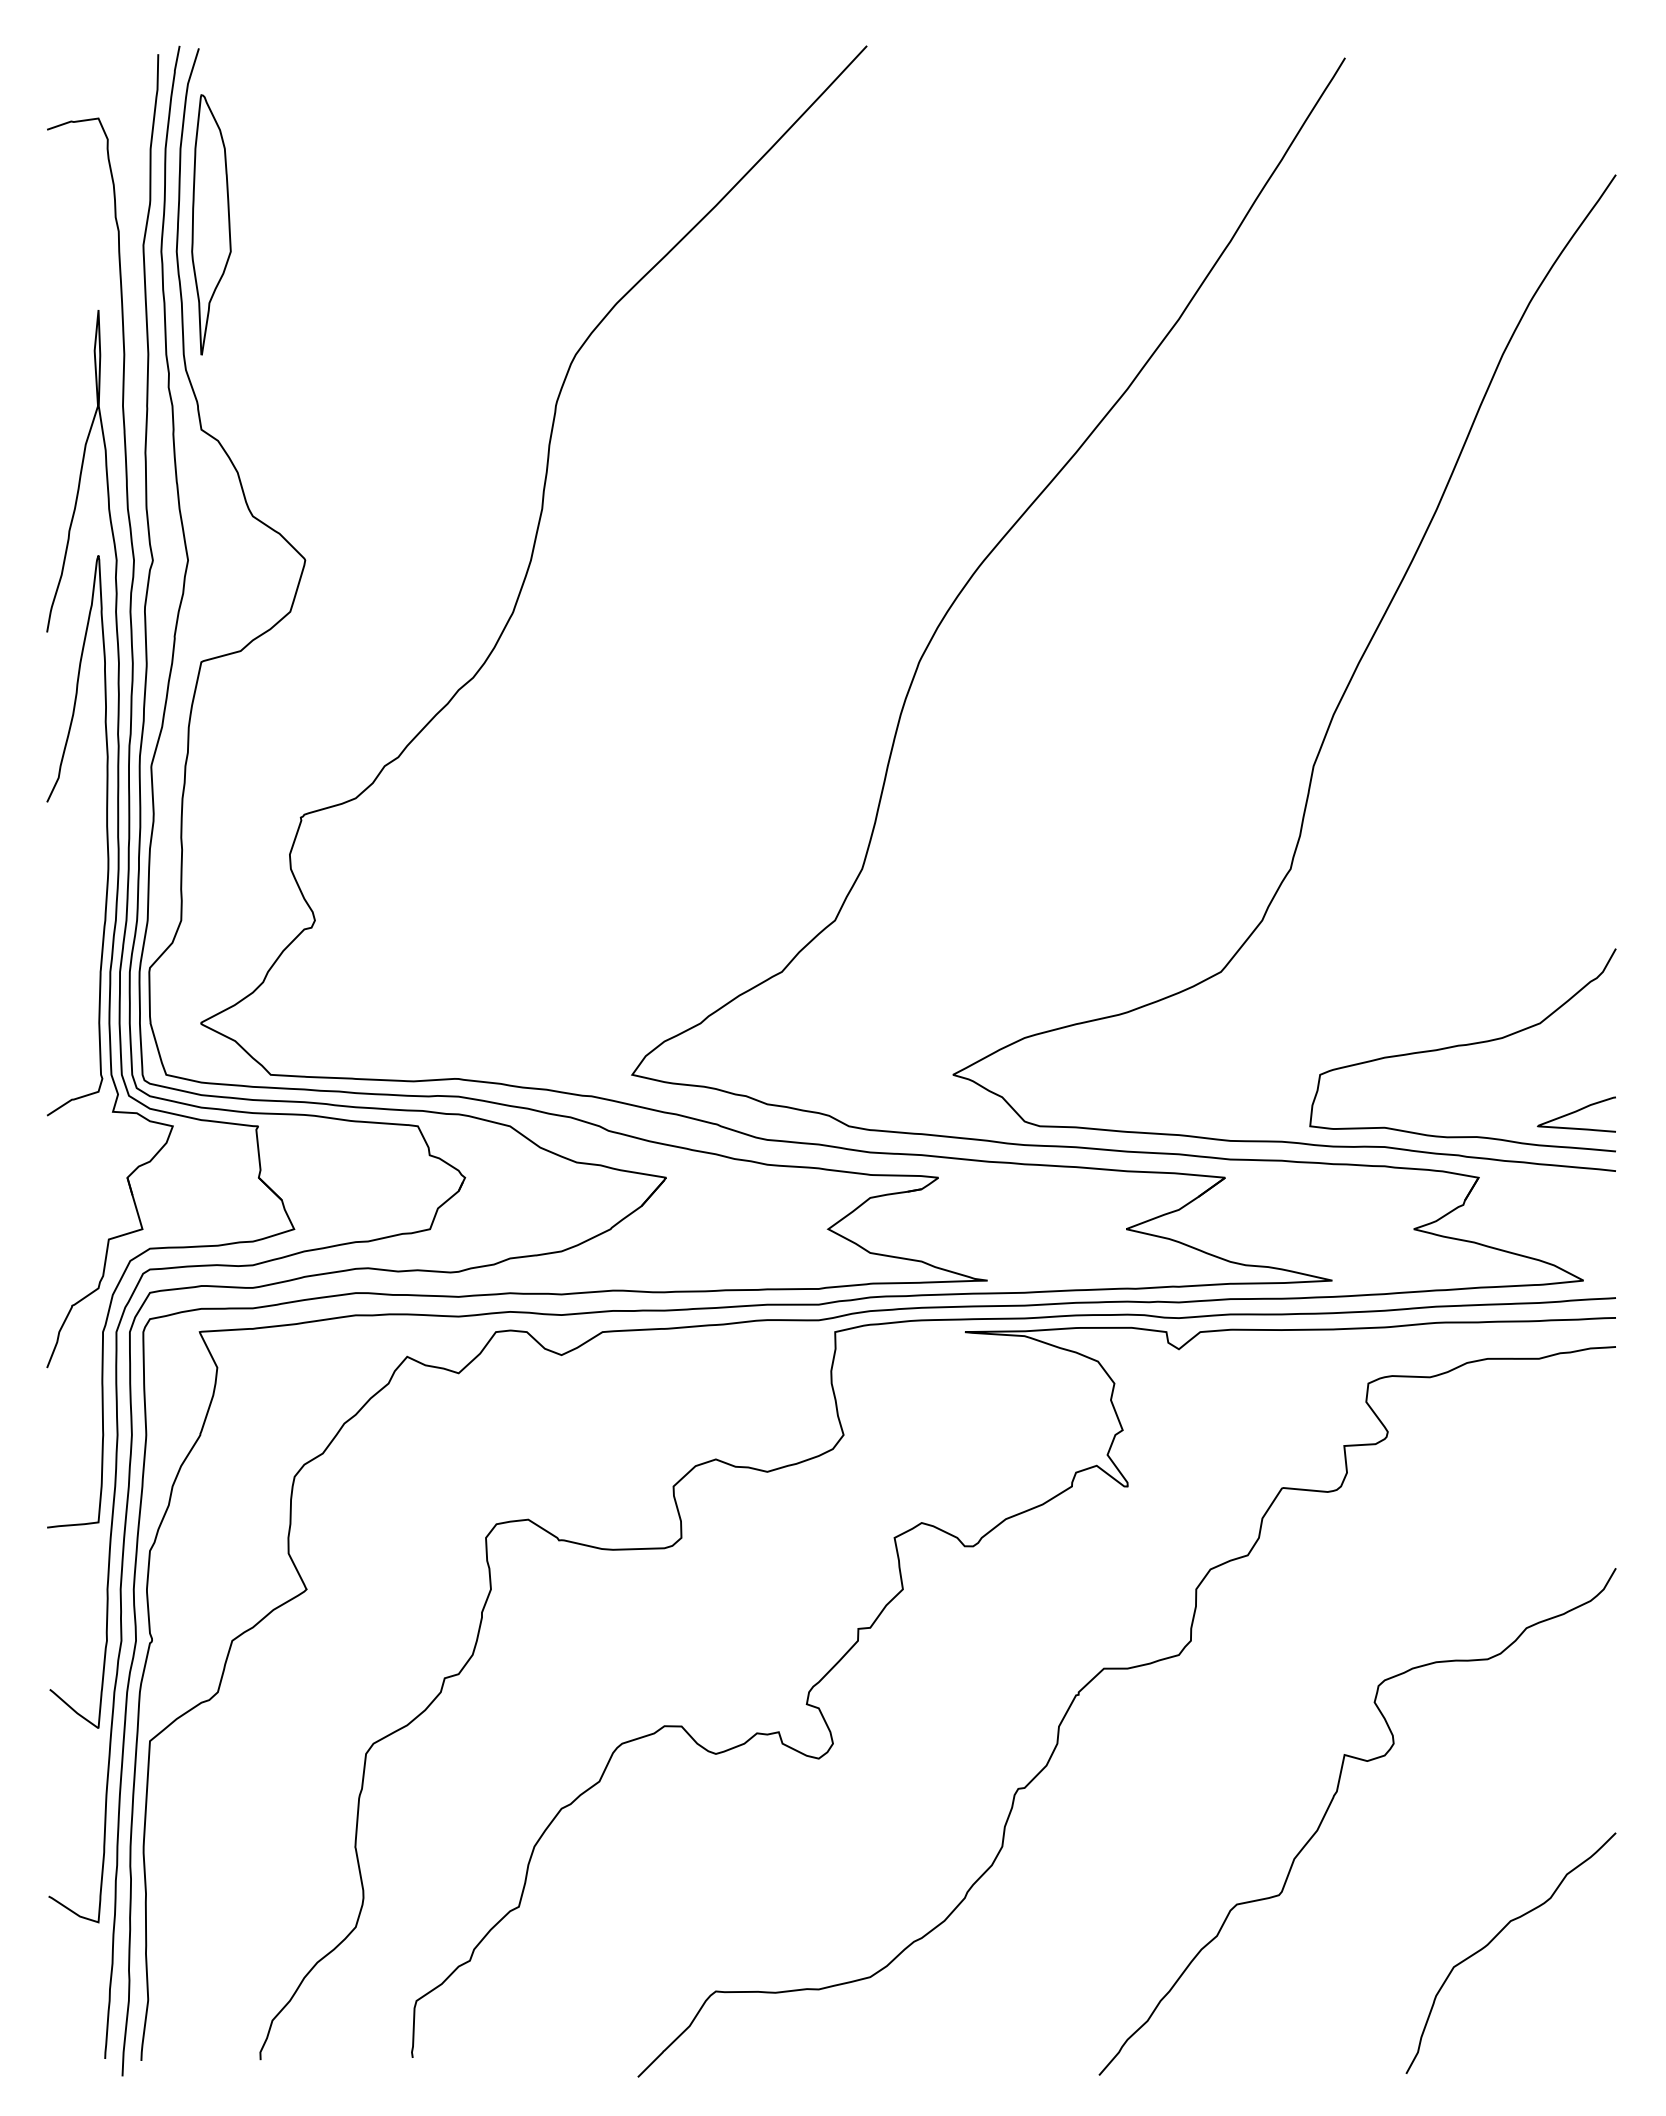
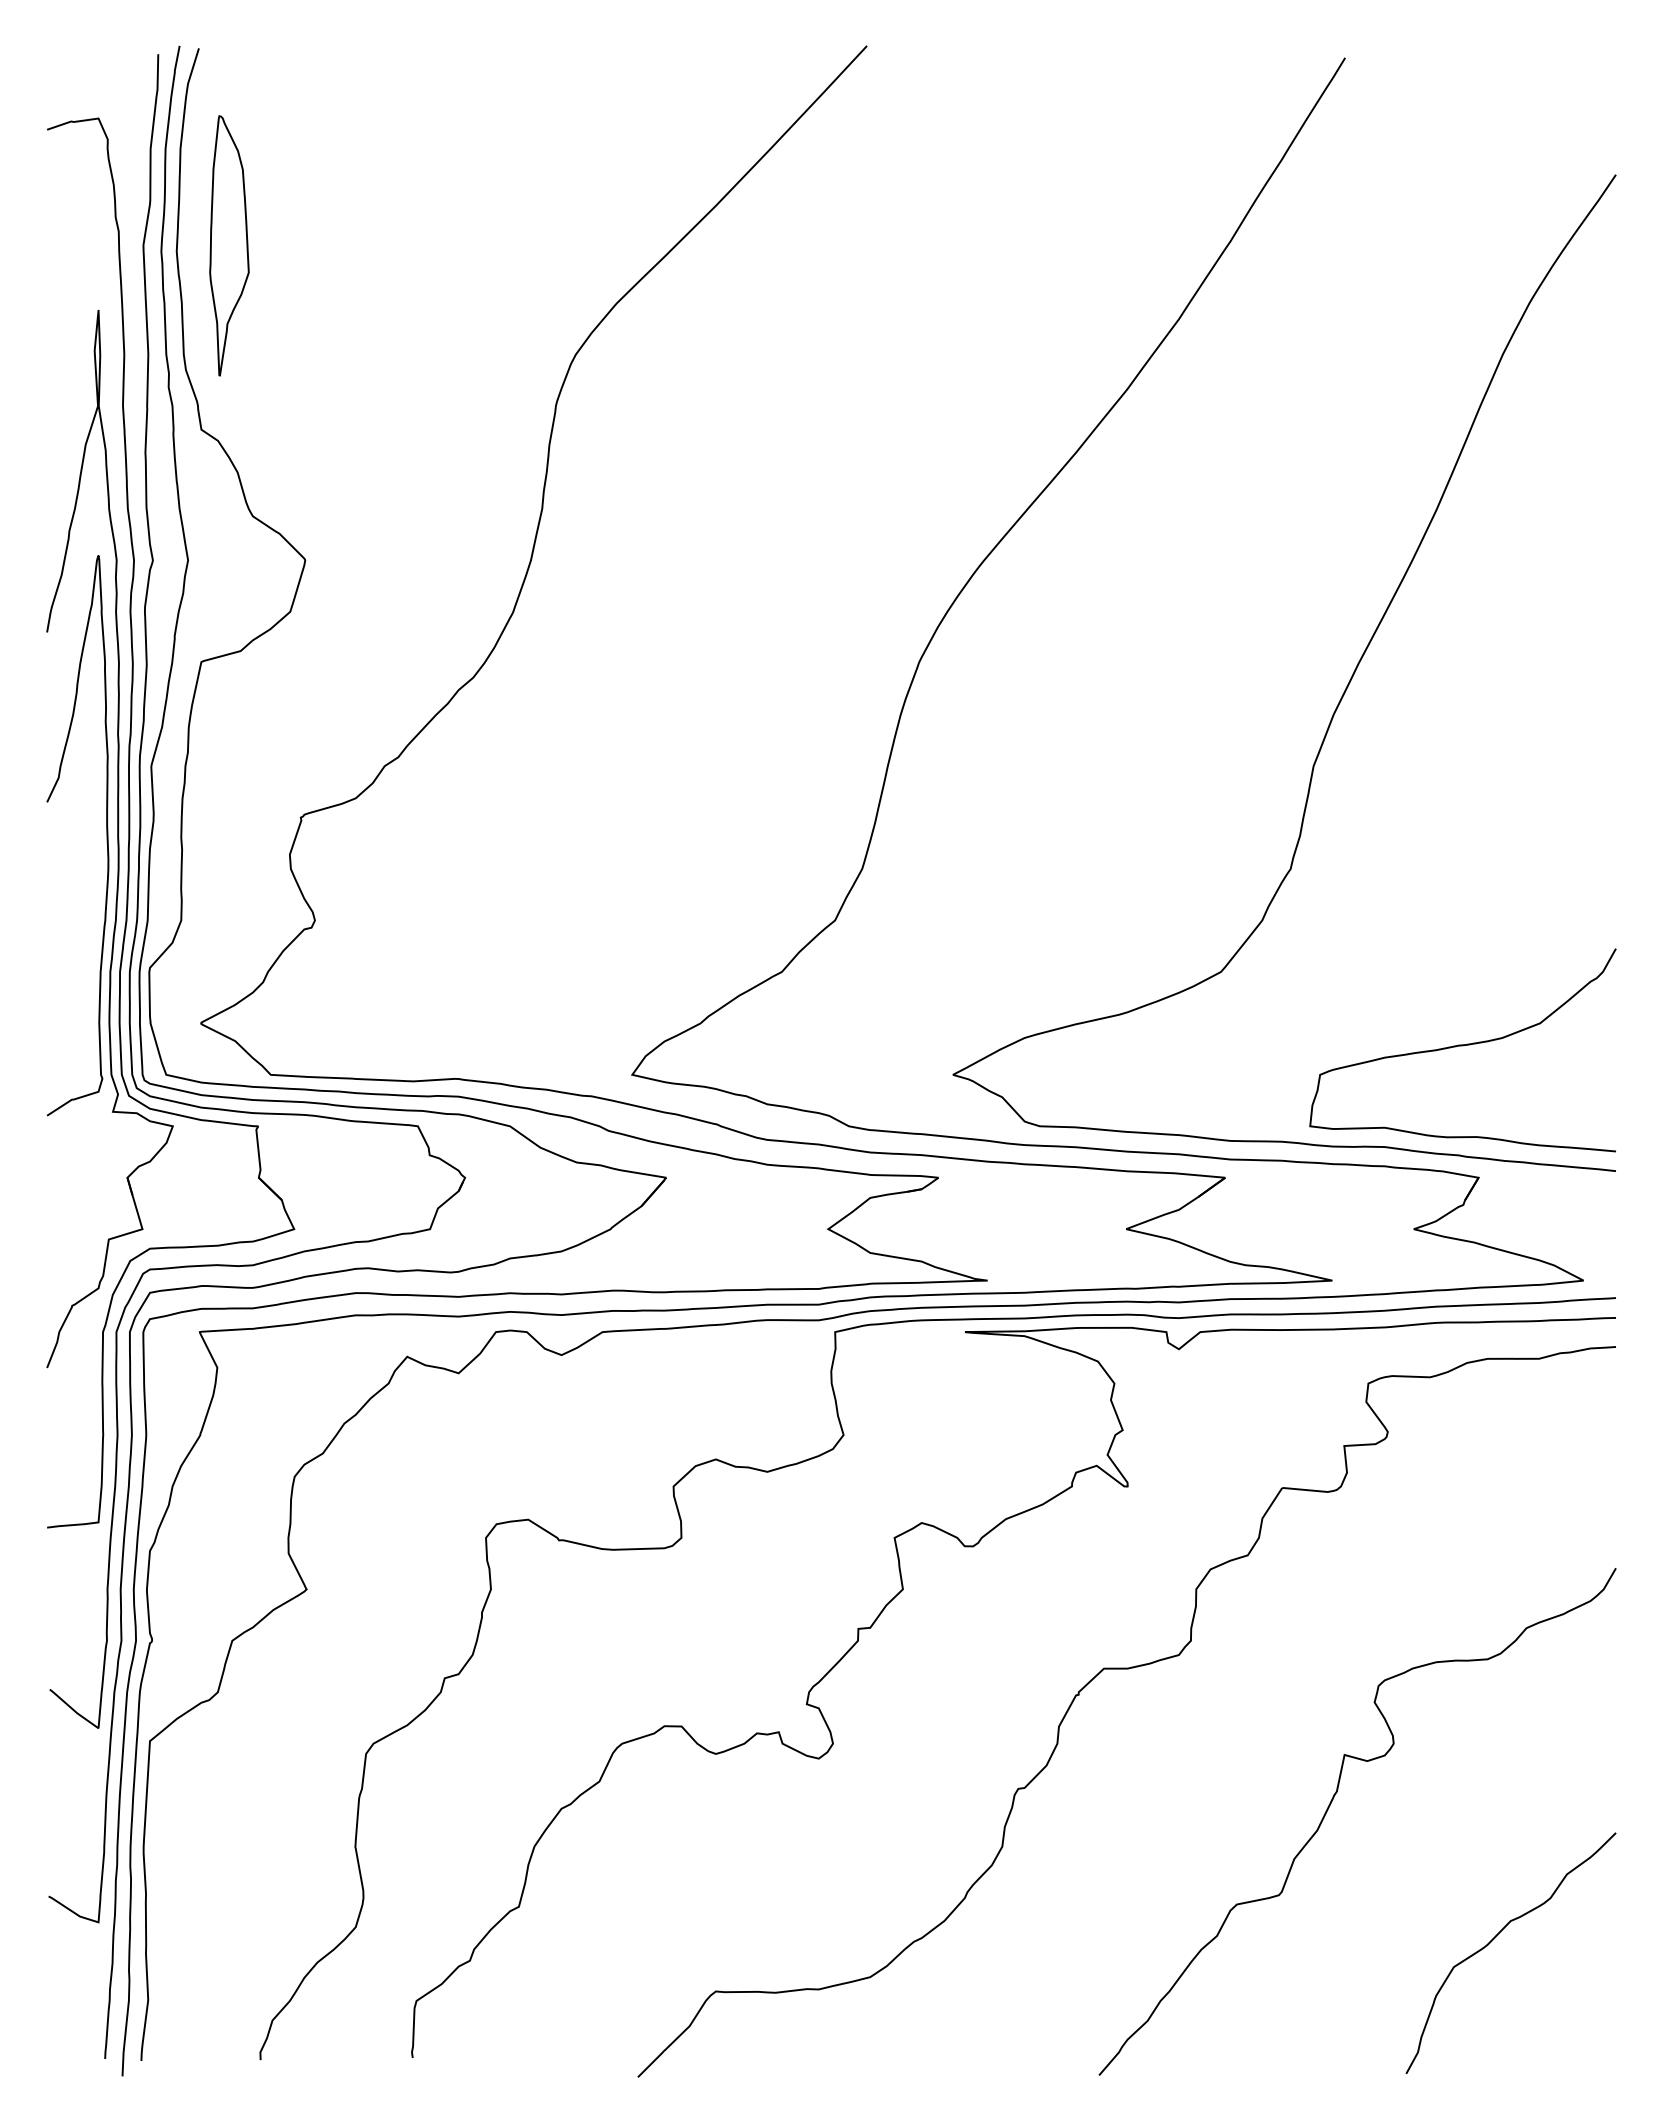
part at (211, 224) position: (211, 224) -> (229, 245)
curve at (1576, 1112): present -> none
